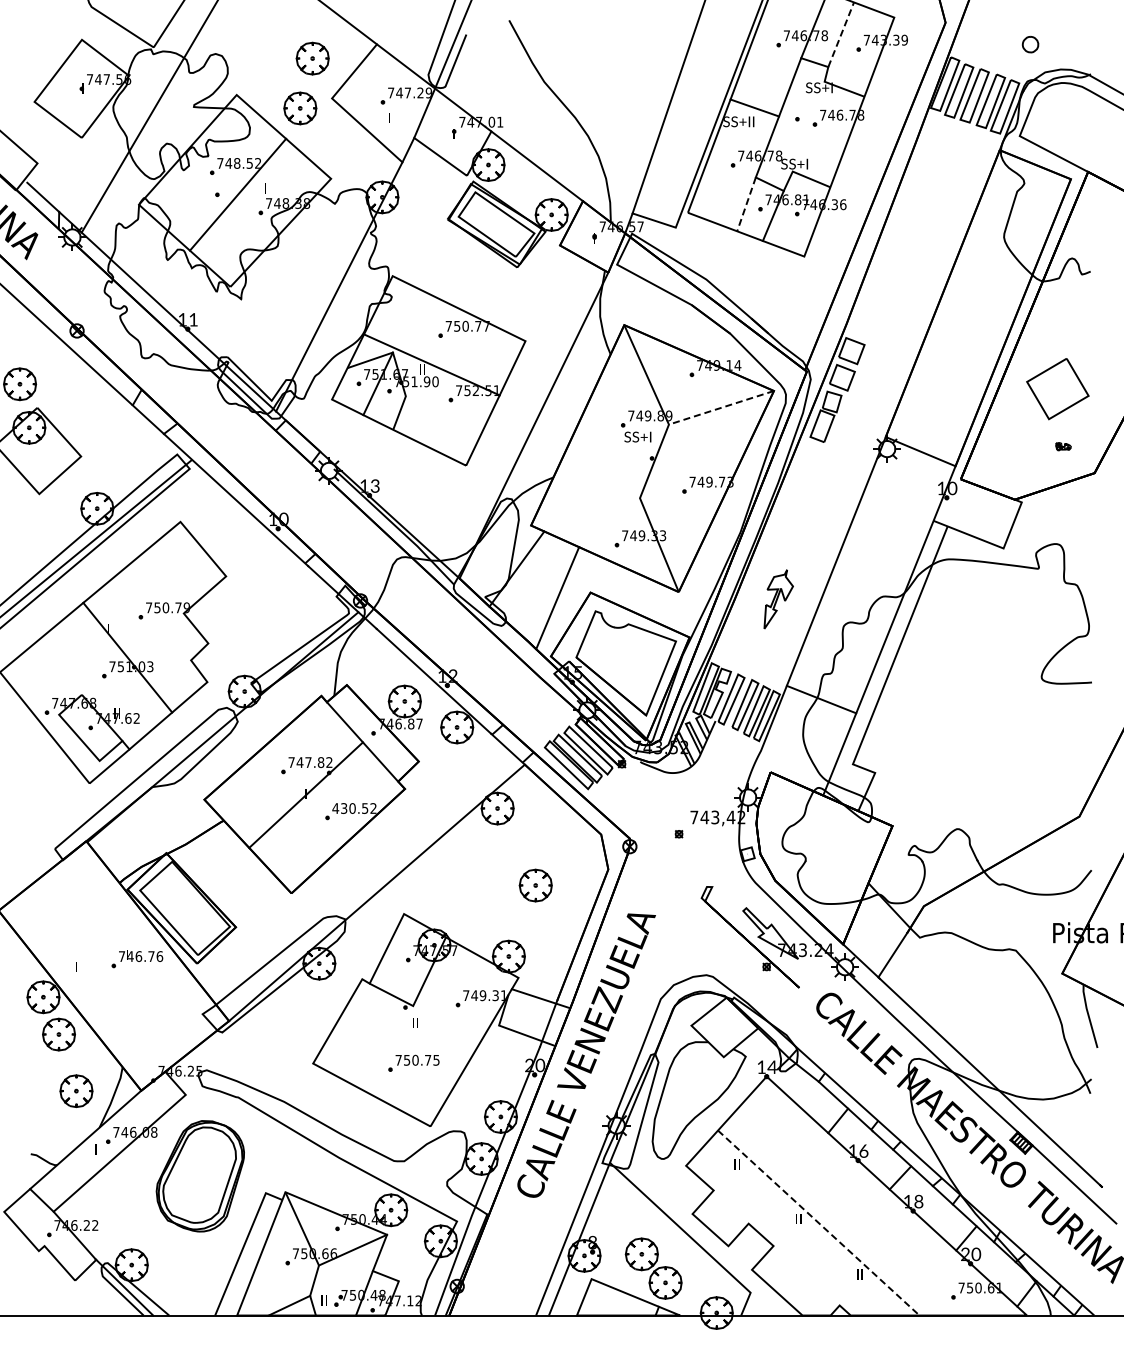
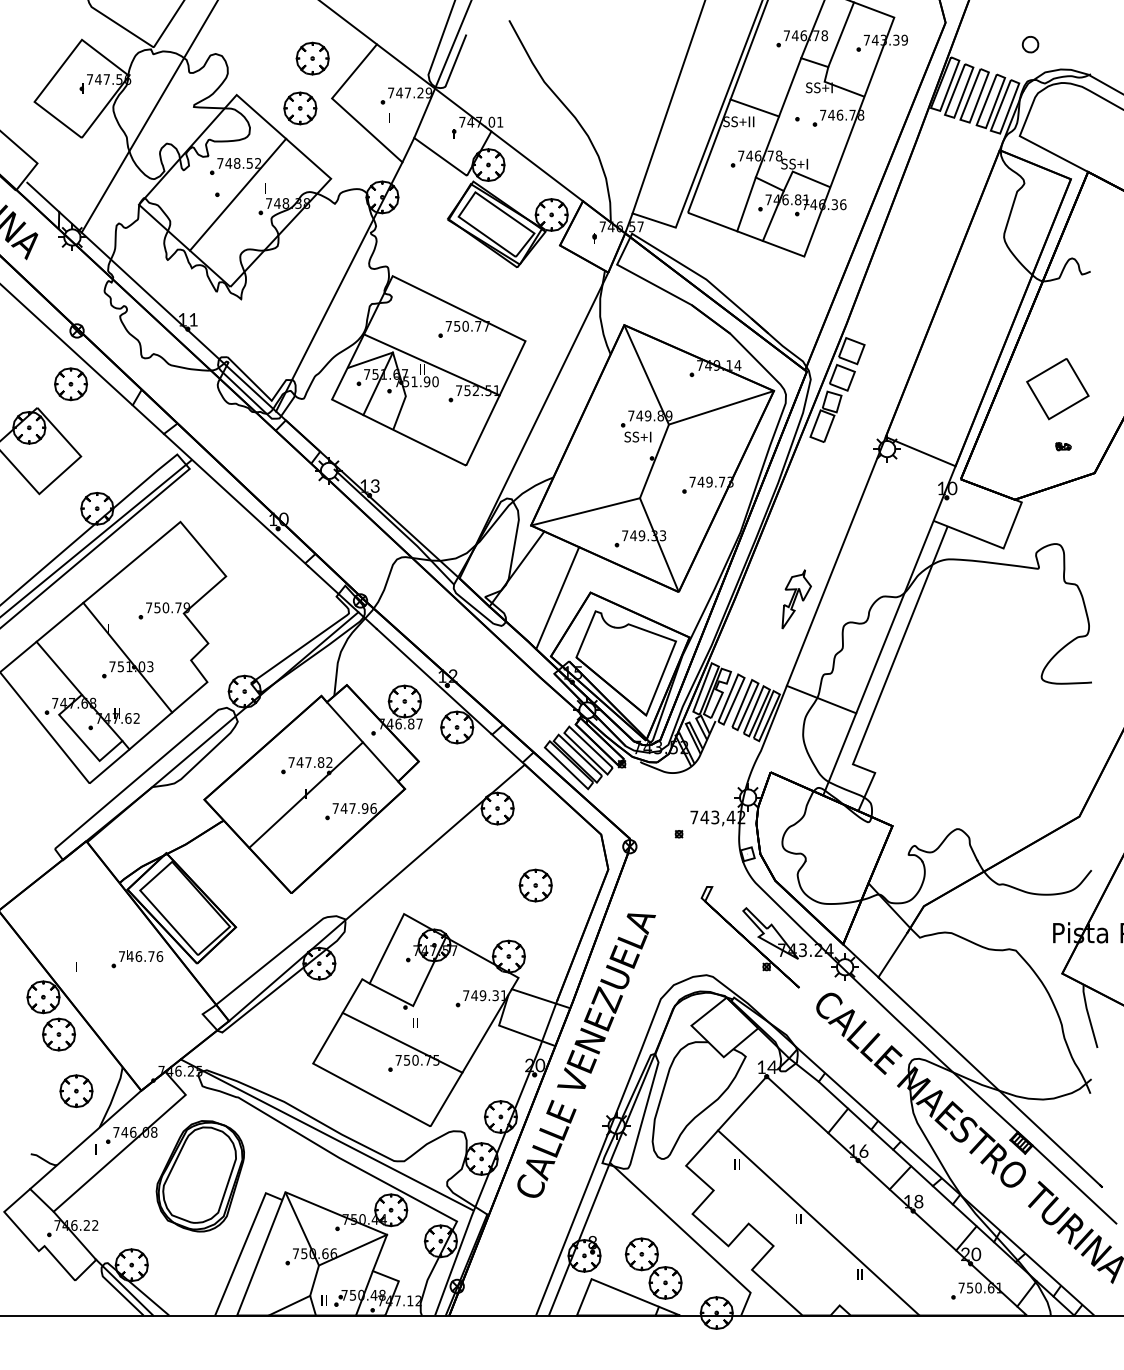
line at (841, 34): dashed -> solid
line at (746, 204): dashed -> solid
part at (19, 384) position: (19, 384) -> (70, 384)
line at (720, 407): dashed -> solid
line at (585, 511): none -> present
part at (778, 599) position: (778, 599) -> (796, 599)
line at (58, 667): none -> present
text at (354, 808): 430.52 -> 747.96
line at (402, 1042): none -> present
line at (326, 1134): none -> present
line at (818, 1223): dashed -> solid
